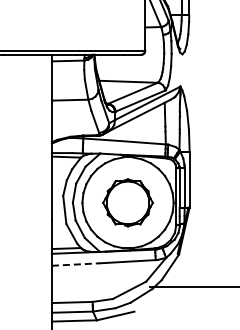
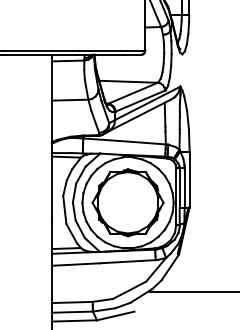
part at (127, 202) size: 52x50 px -> 74x70 px
line at (75, 264): dashed -> solid
line at (192, 287) position: (192, 287) -> (192, 292)
